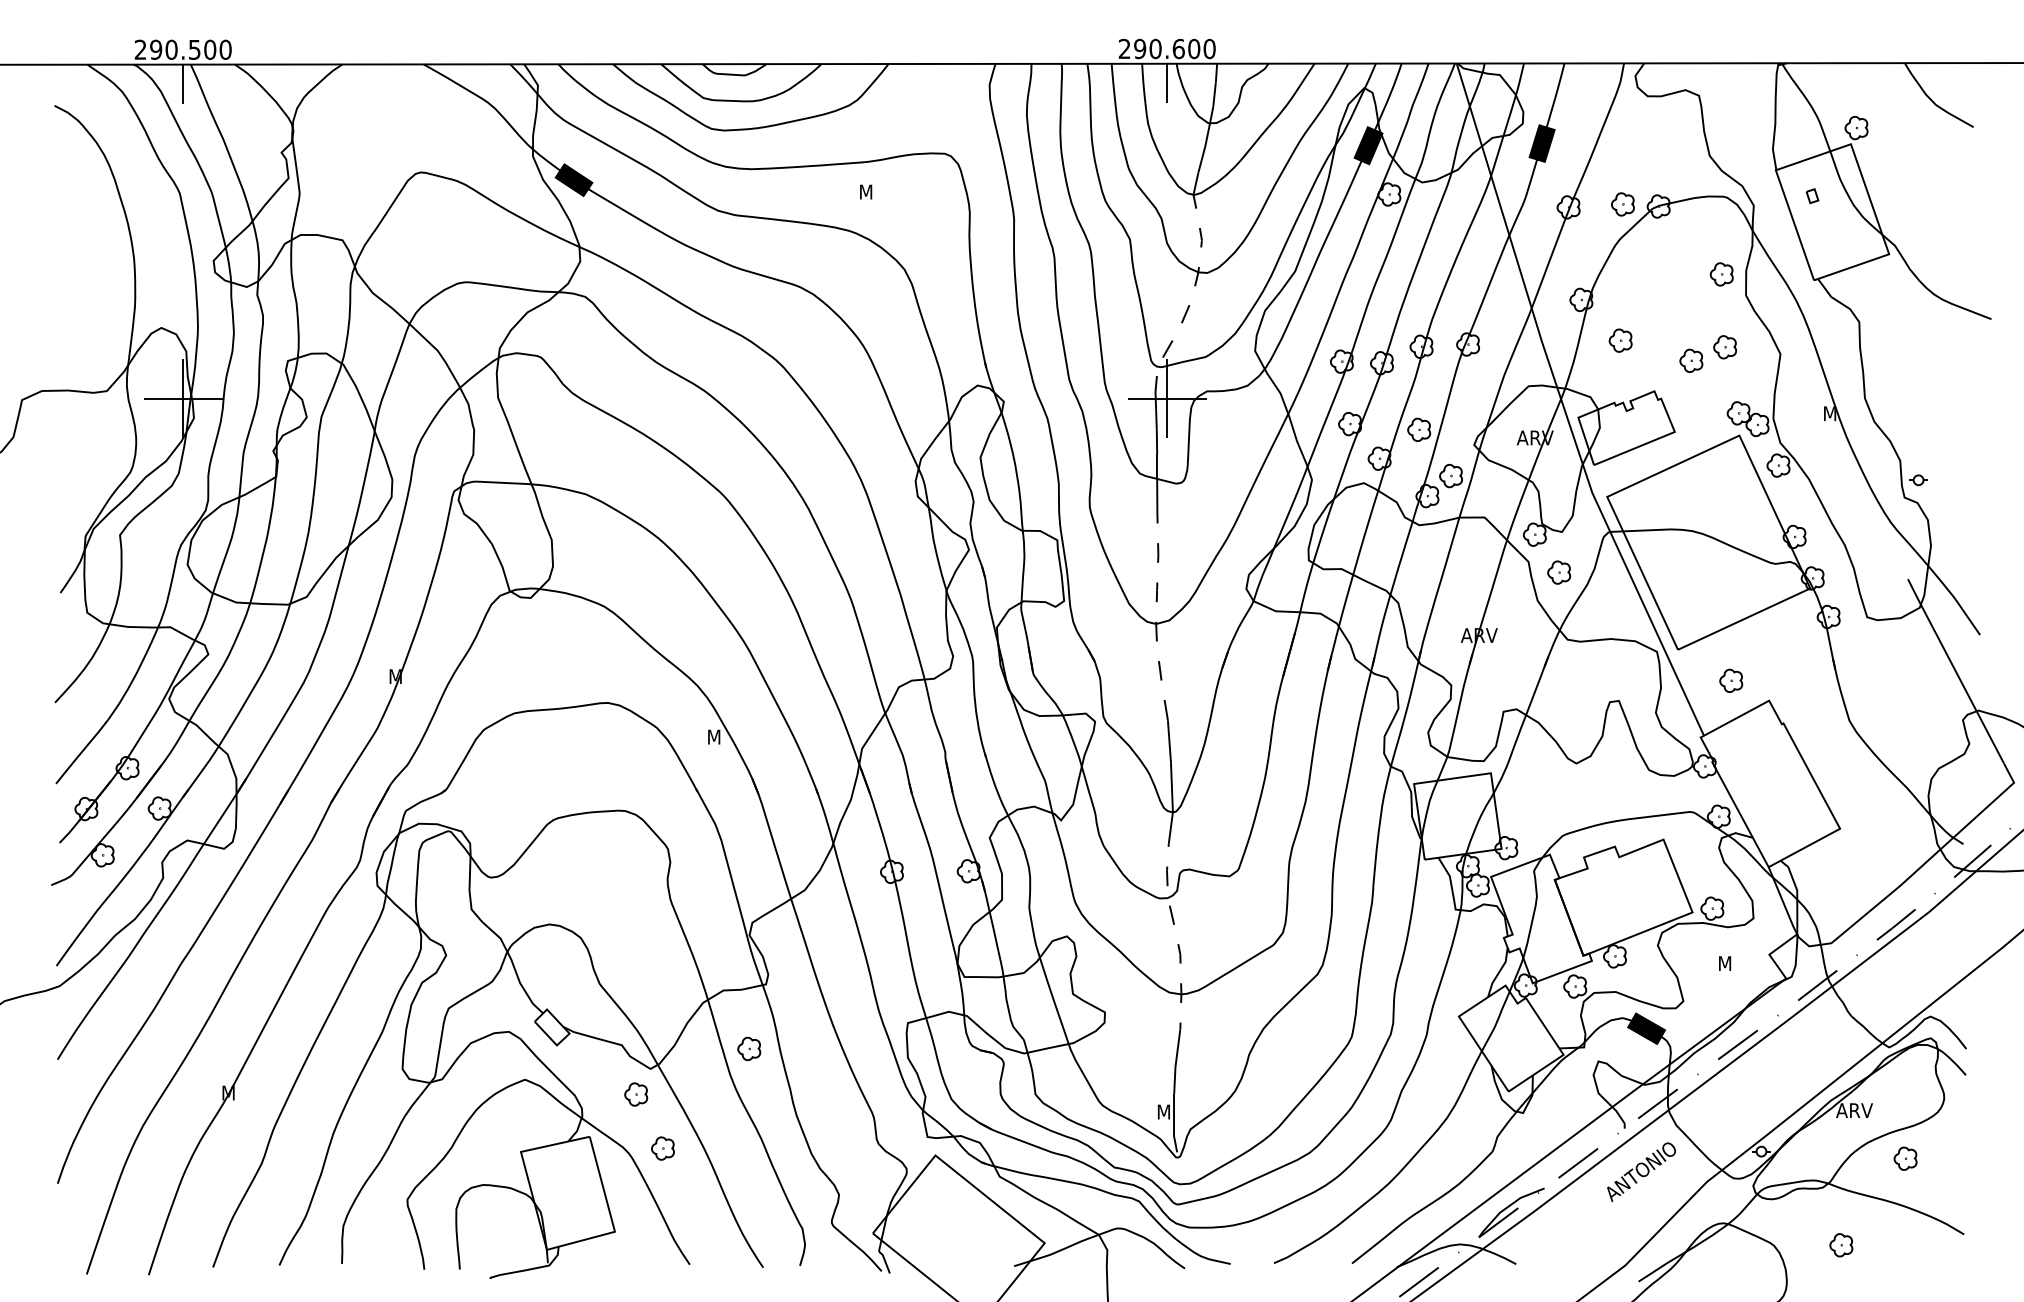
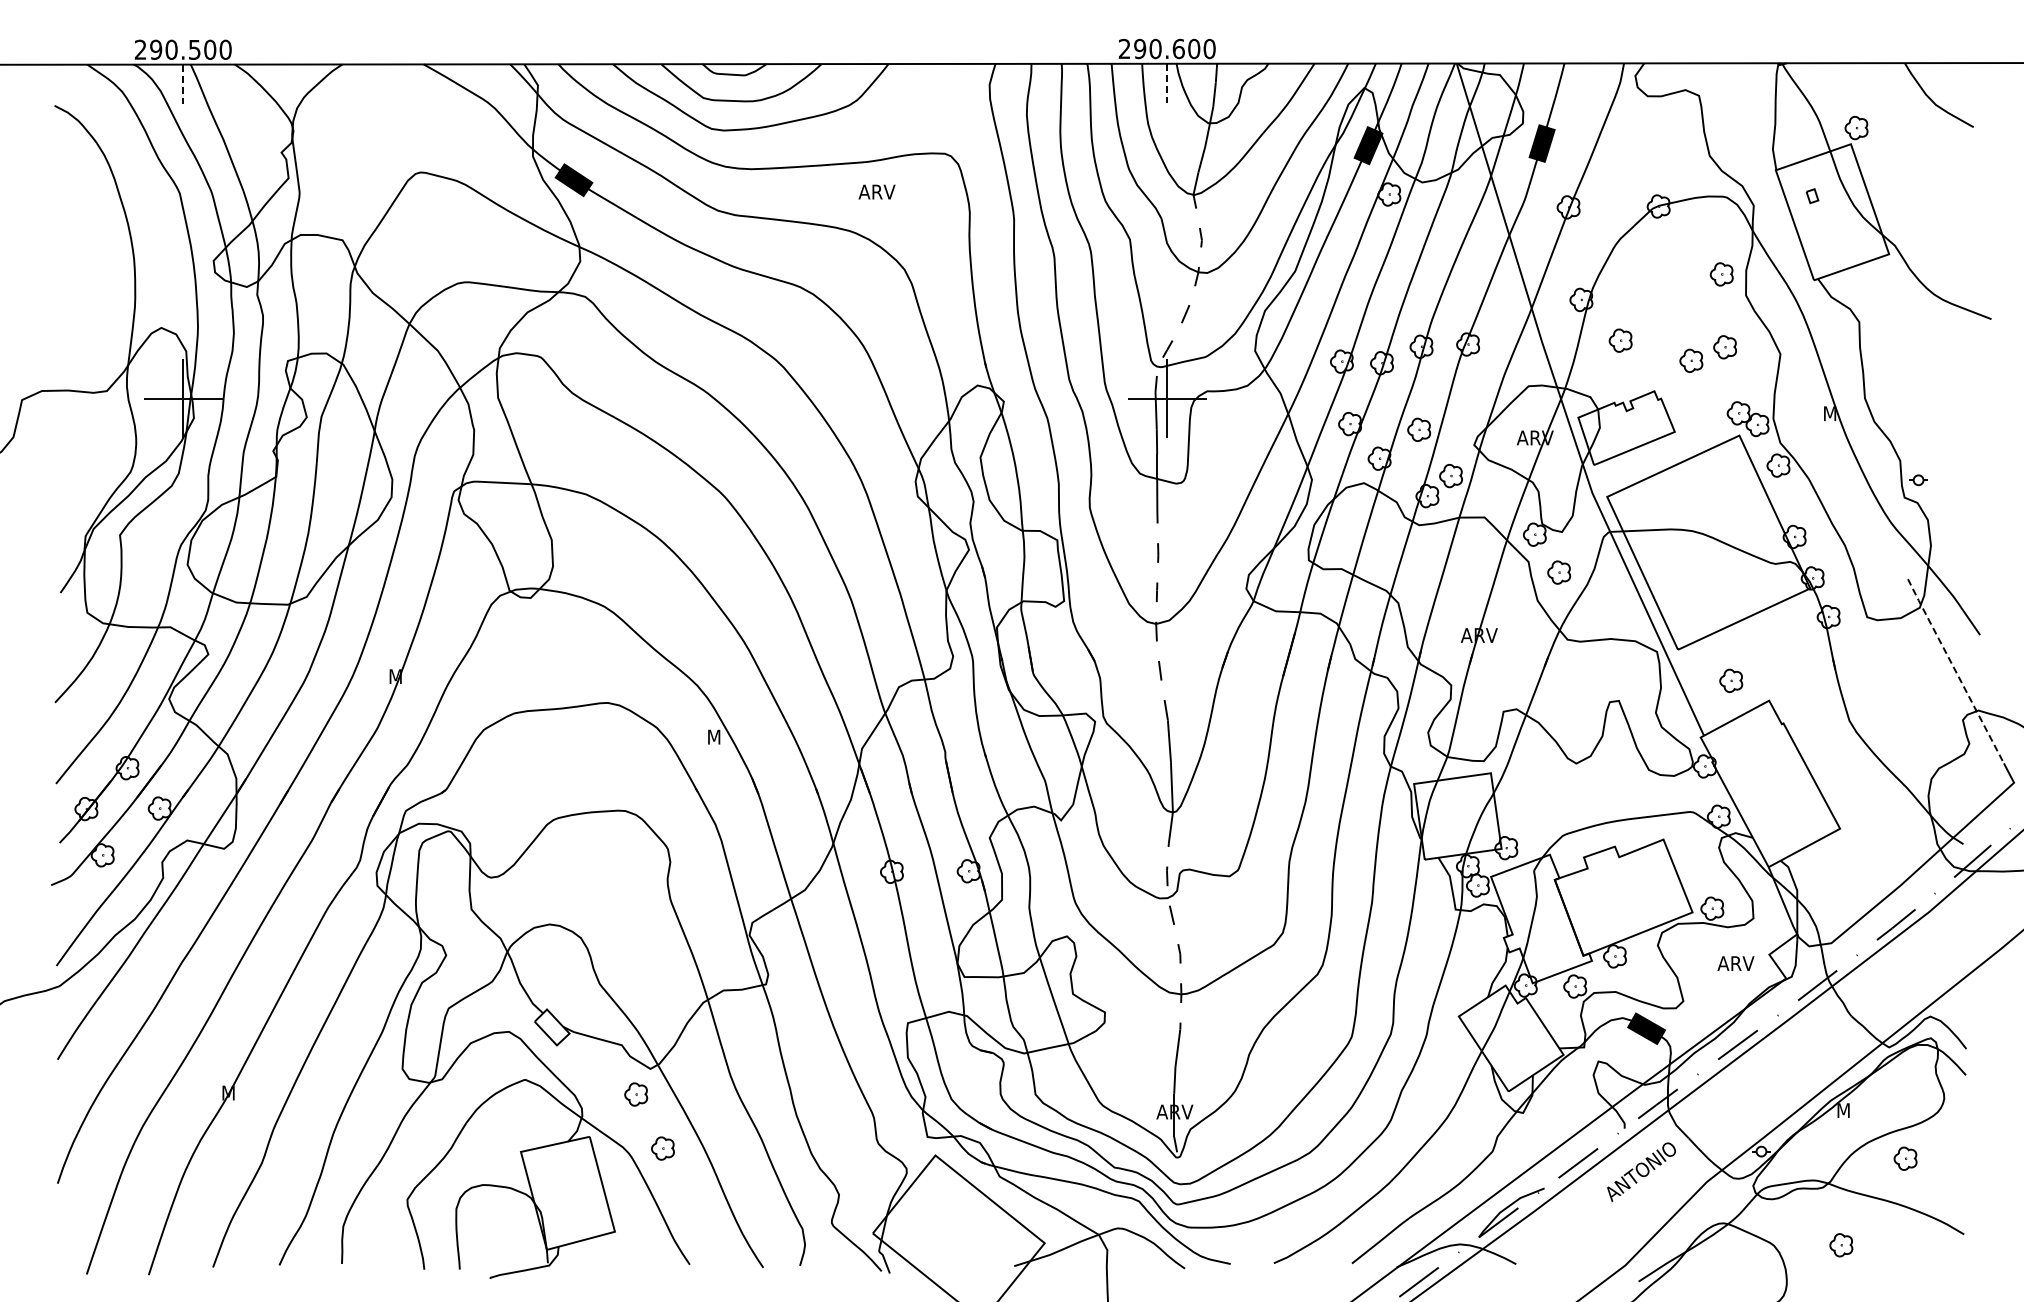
line at (1167, 83): solid -> dashed
line at (183, 84): solid -> dashed
text at (876, 191): M -> ARV
part at (1622, 204): present -> none
line at (1955, 671): solid -> dashed
text at (1735, 963): M -> ARV
part at (749, 1048): present -> none
text at (1854, 1110): ARV -> M
text at (1174, 1111): M -> ARV
